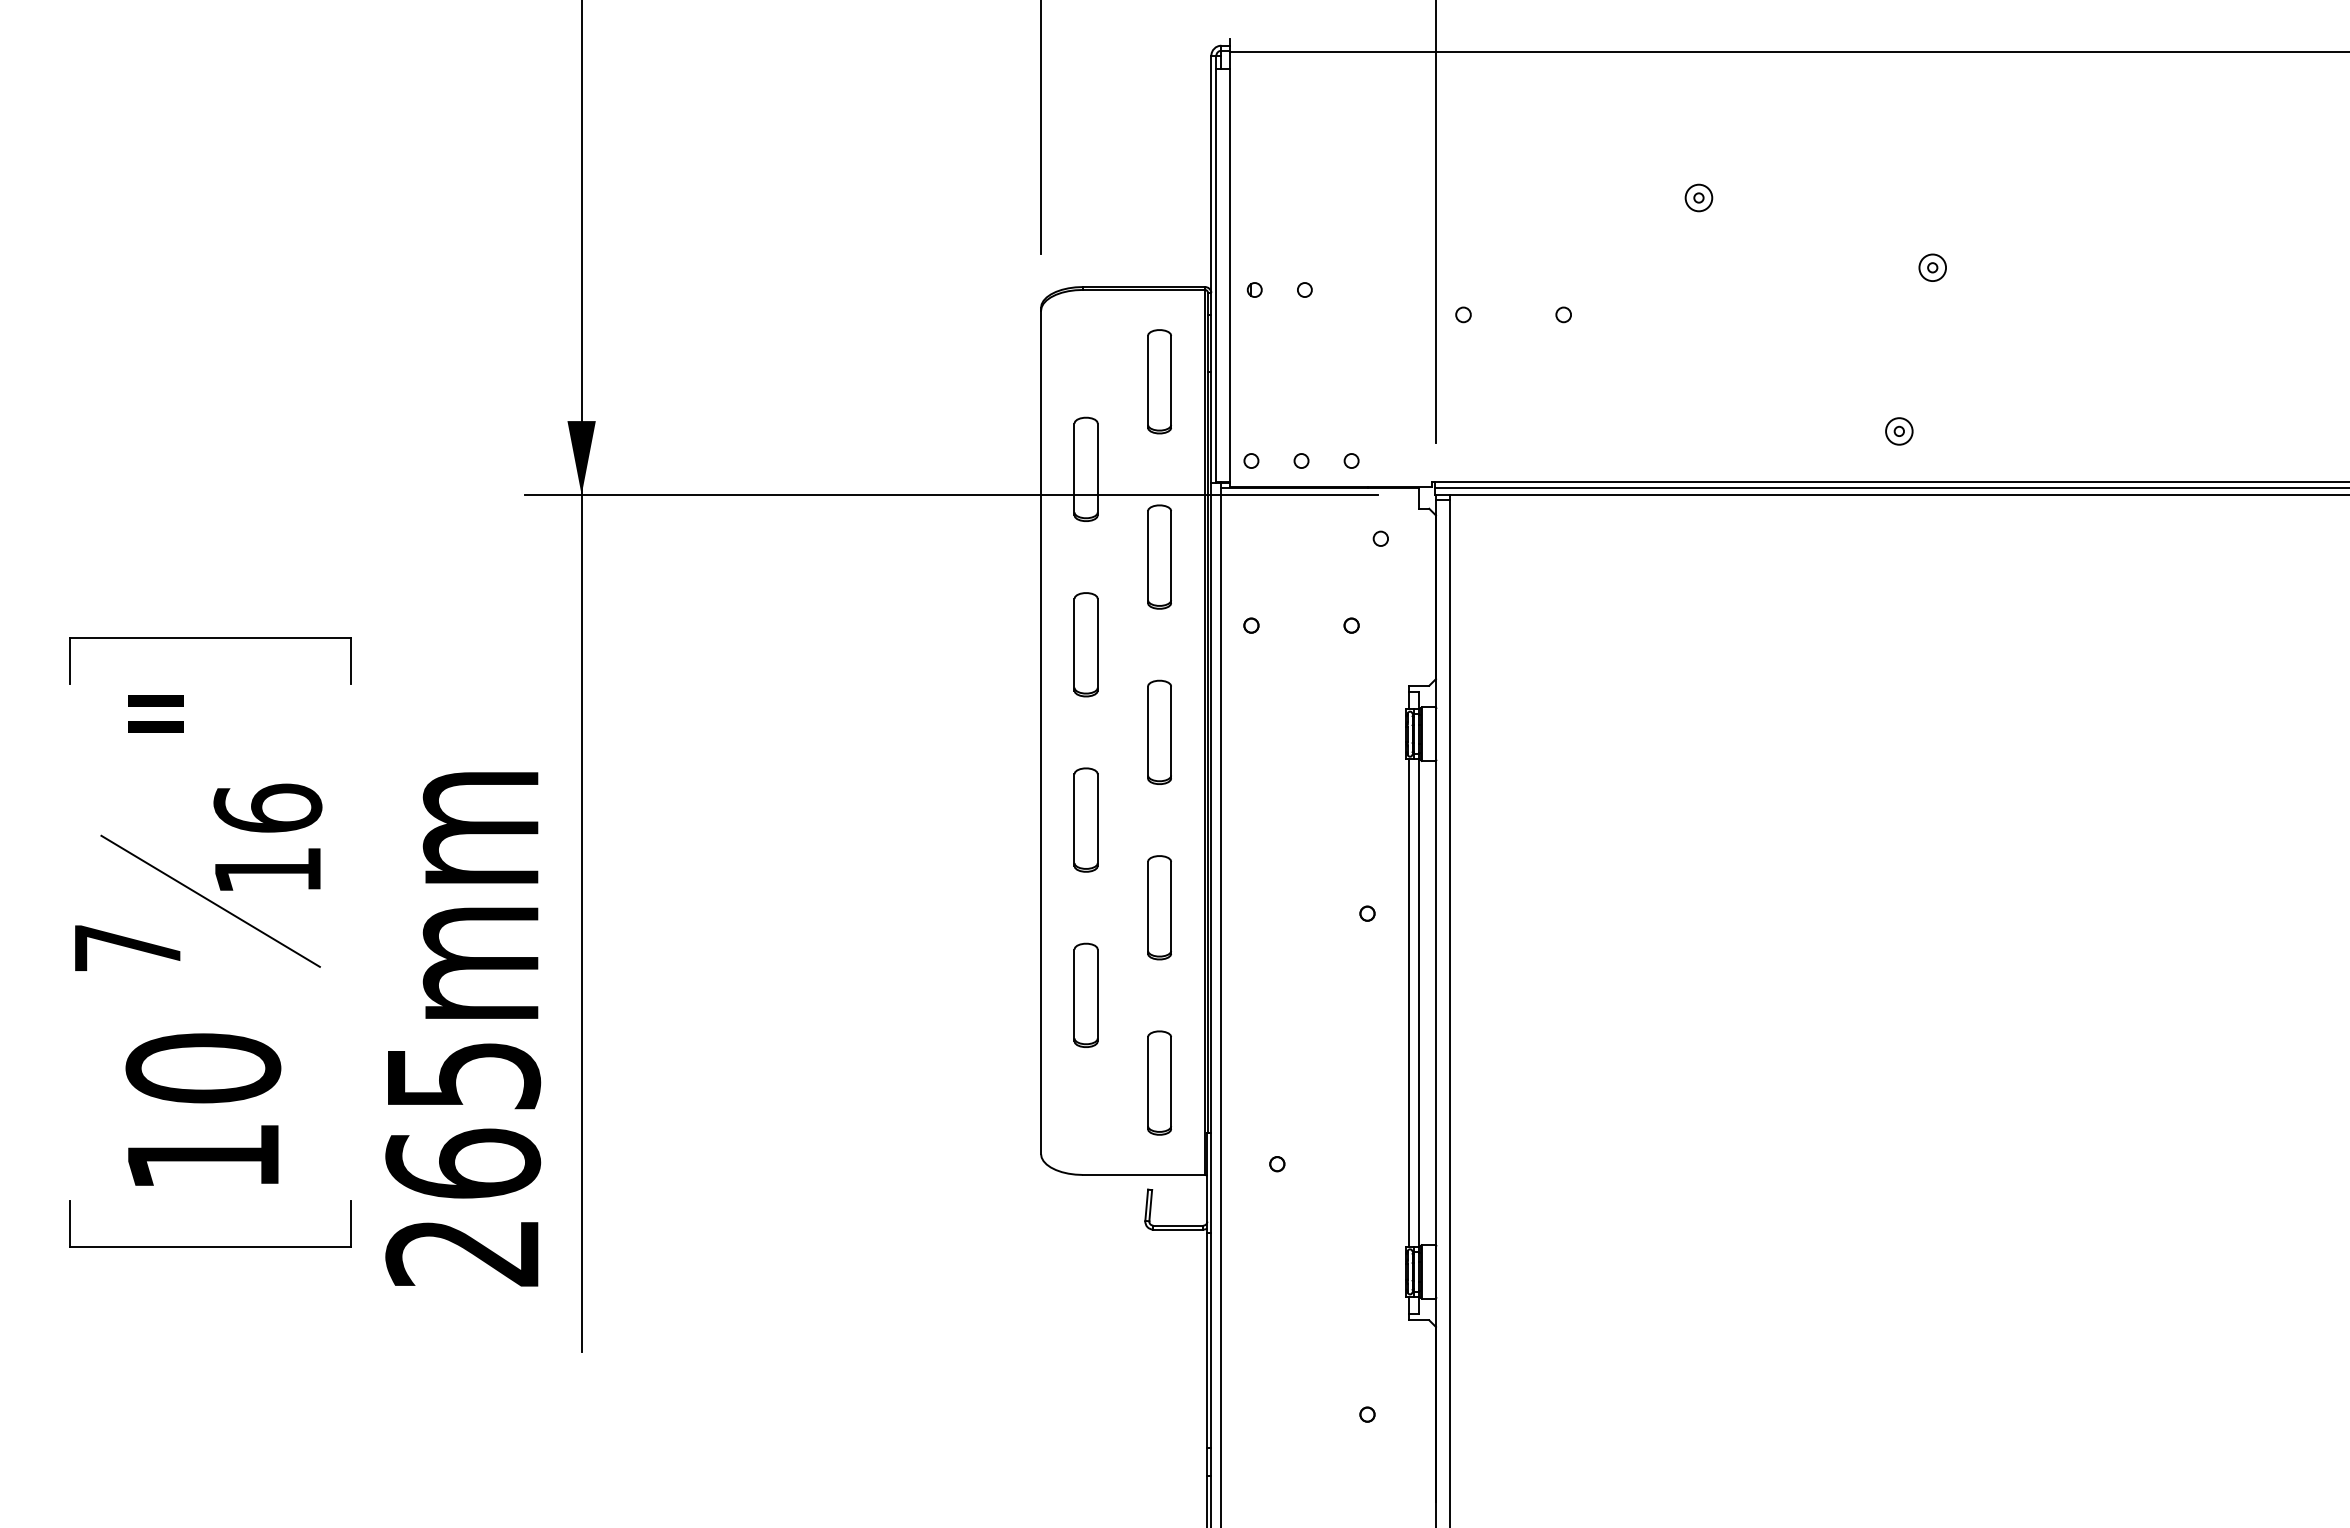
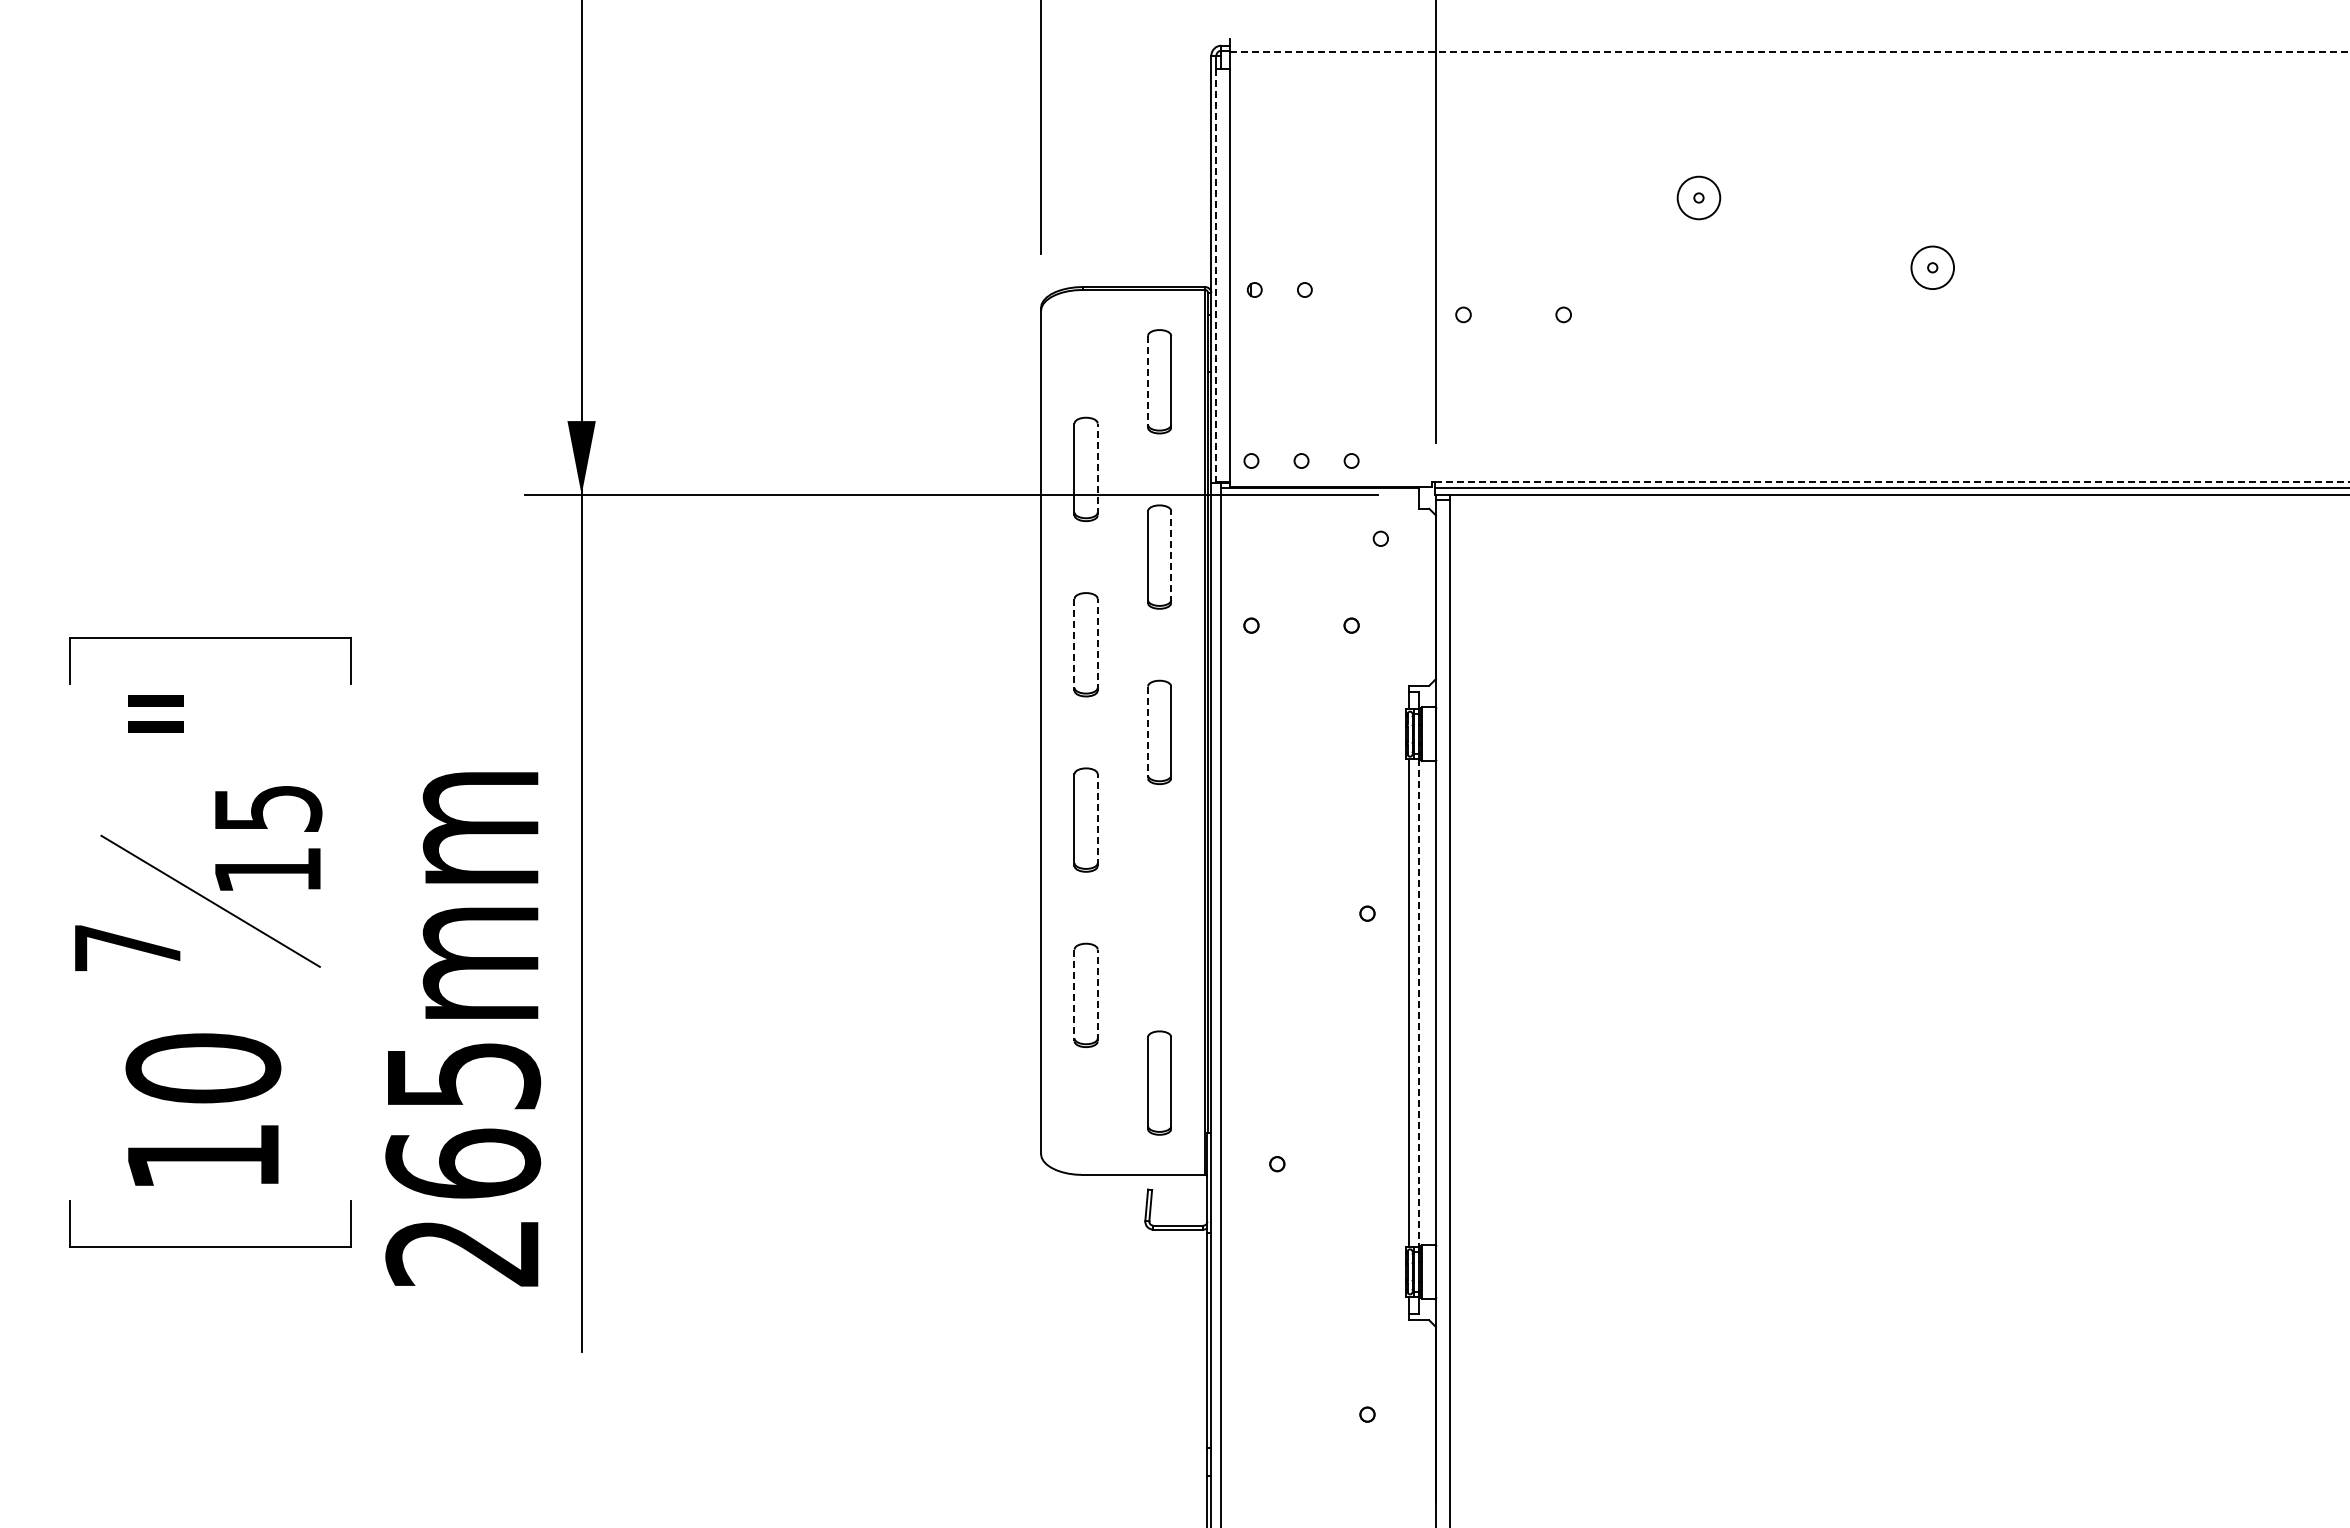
line at (1789, 52): solid -> dashed
circle at (1698, 197) diameter: 27 px -> 43 px
circle at (1932, 267) diameter: 27 px -> 43 px
line at (1216, 275): solid -> dashed
line at (1147, 381): solid -> dashed
part at (1899, 431): present -> none
line at (1097, 469): solid -> dashed
line at (1893, 481): solid -> dashed
line at (1171, 557): solid -> dashed
line at (1074, 644): solid -> dashed
line at (1097, 644): solid -> dashed
line at (1147, 732): solid -> dashed
text at (267, 807): 16 -> 15
line at (1097, 820): solid -> dashed
part at (1159, 907): present -> none
line at (1074, 995): solid -> dashed
line at (1097, 995): solid -> dashed
line at (1419, 1003): solid -> dashed
